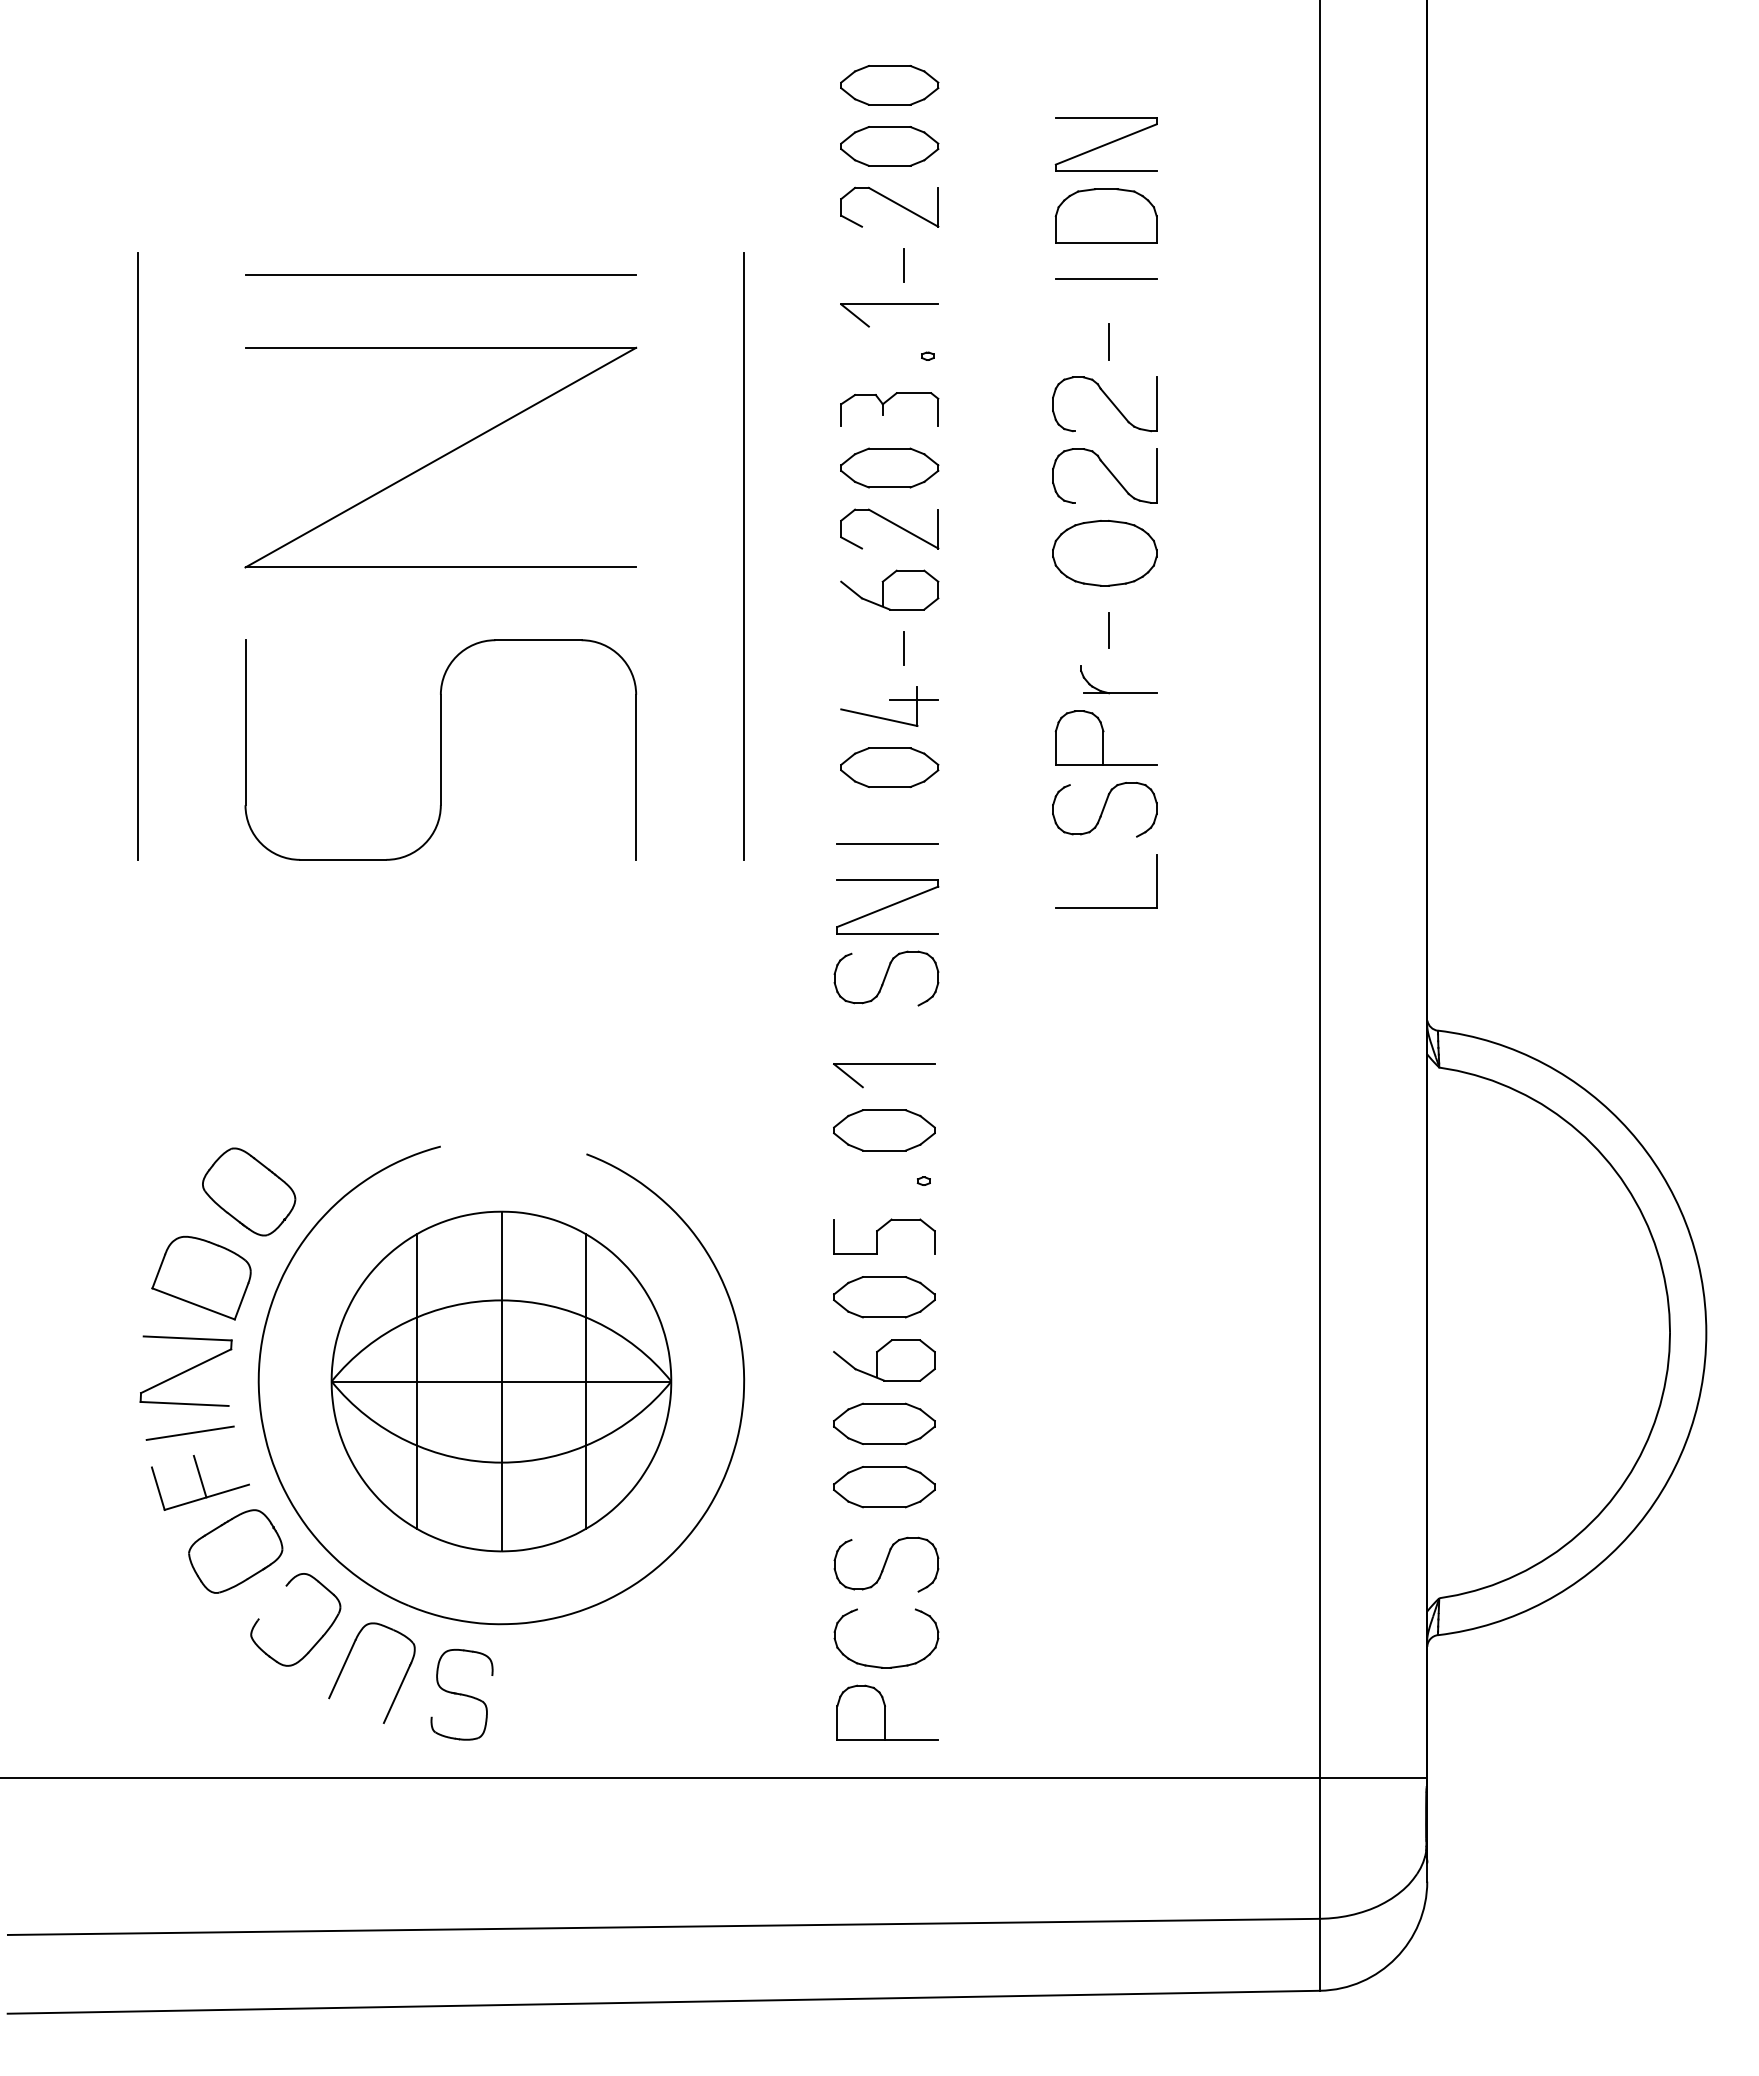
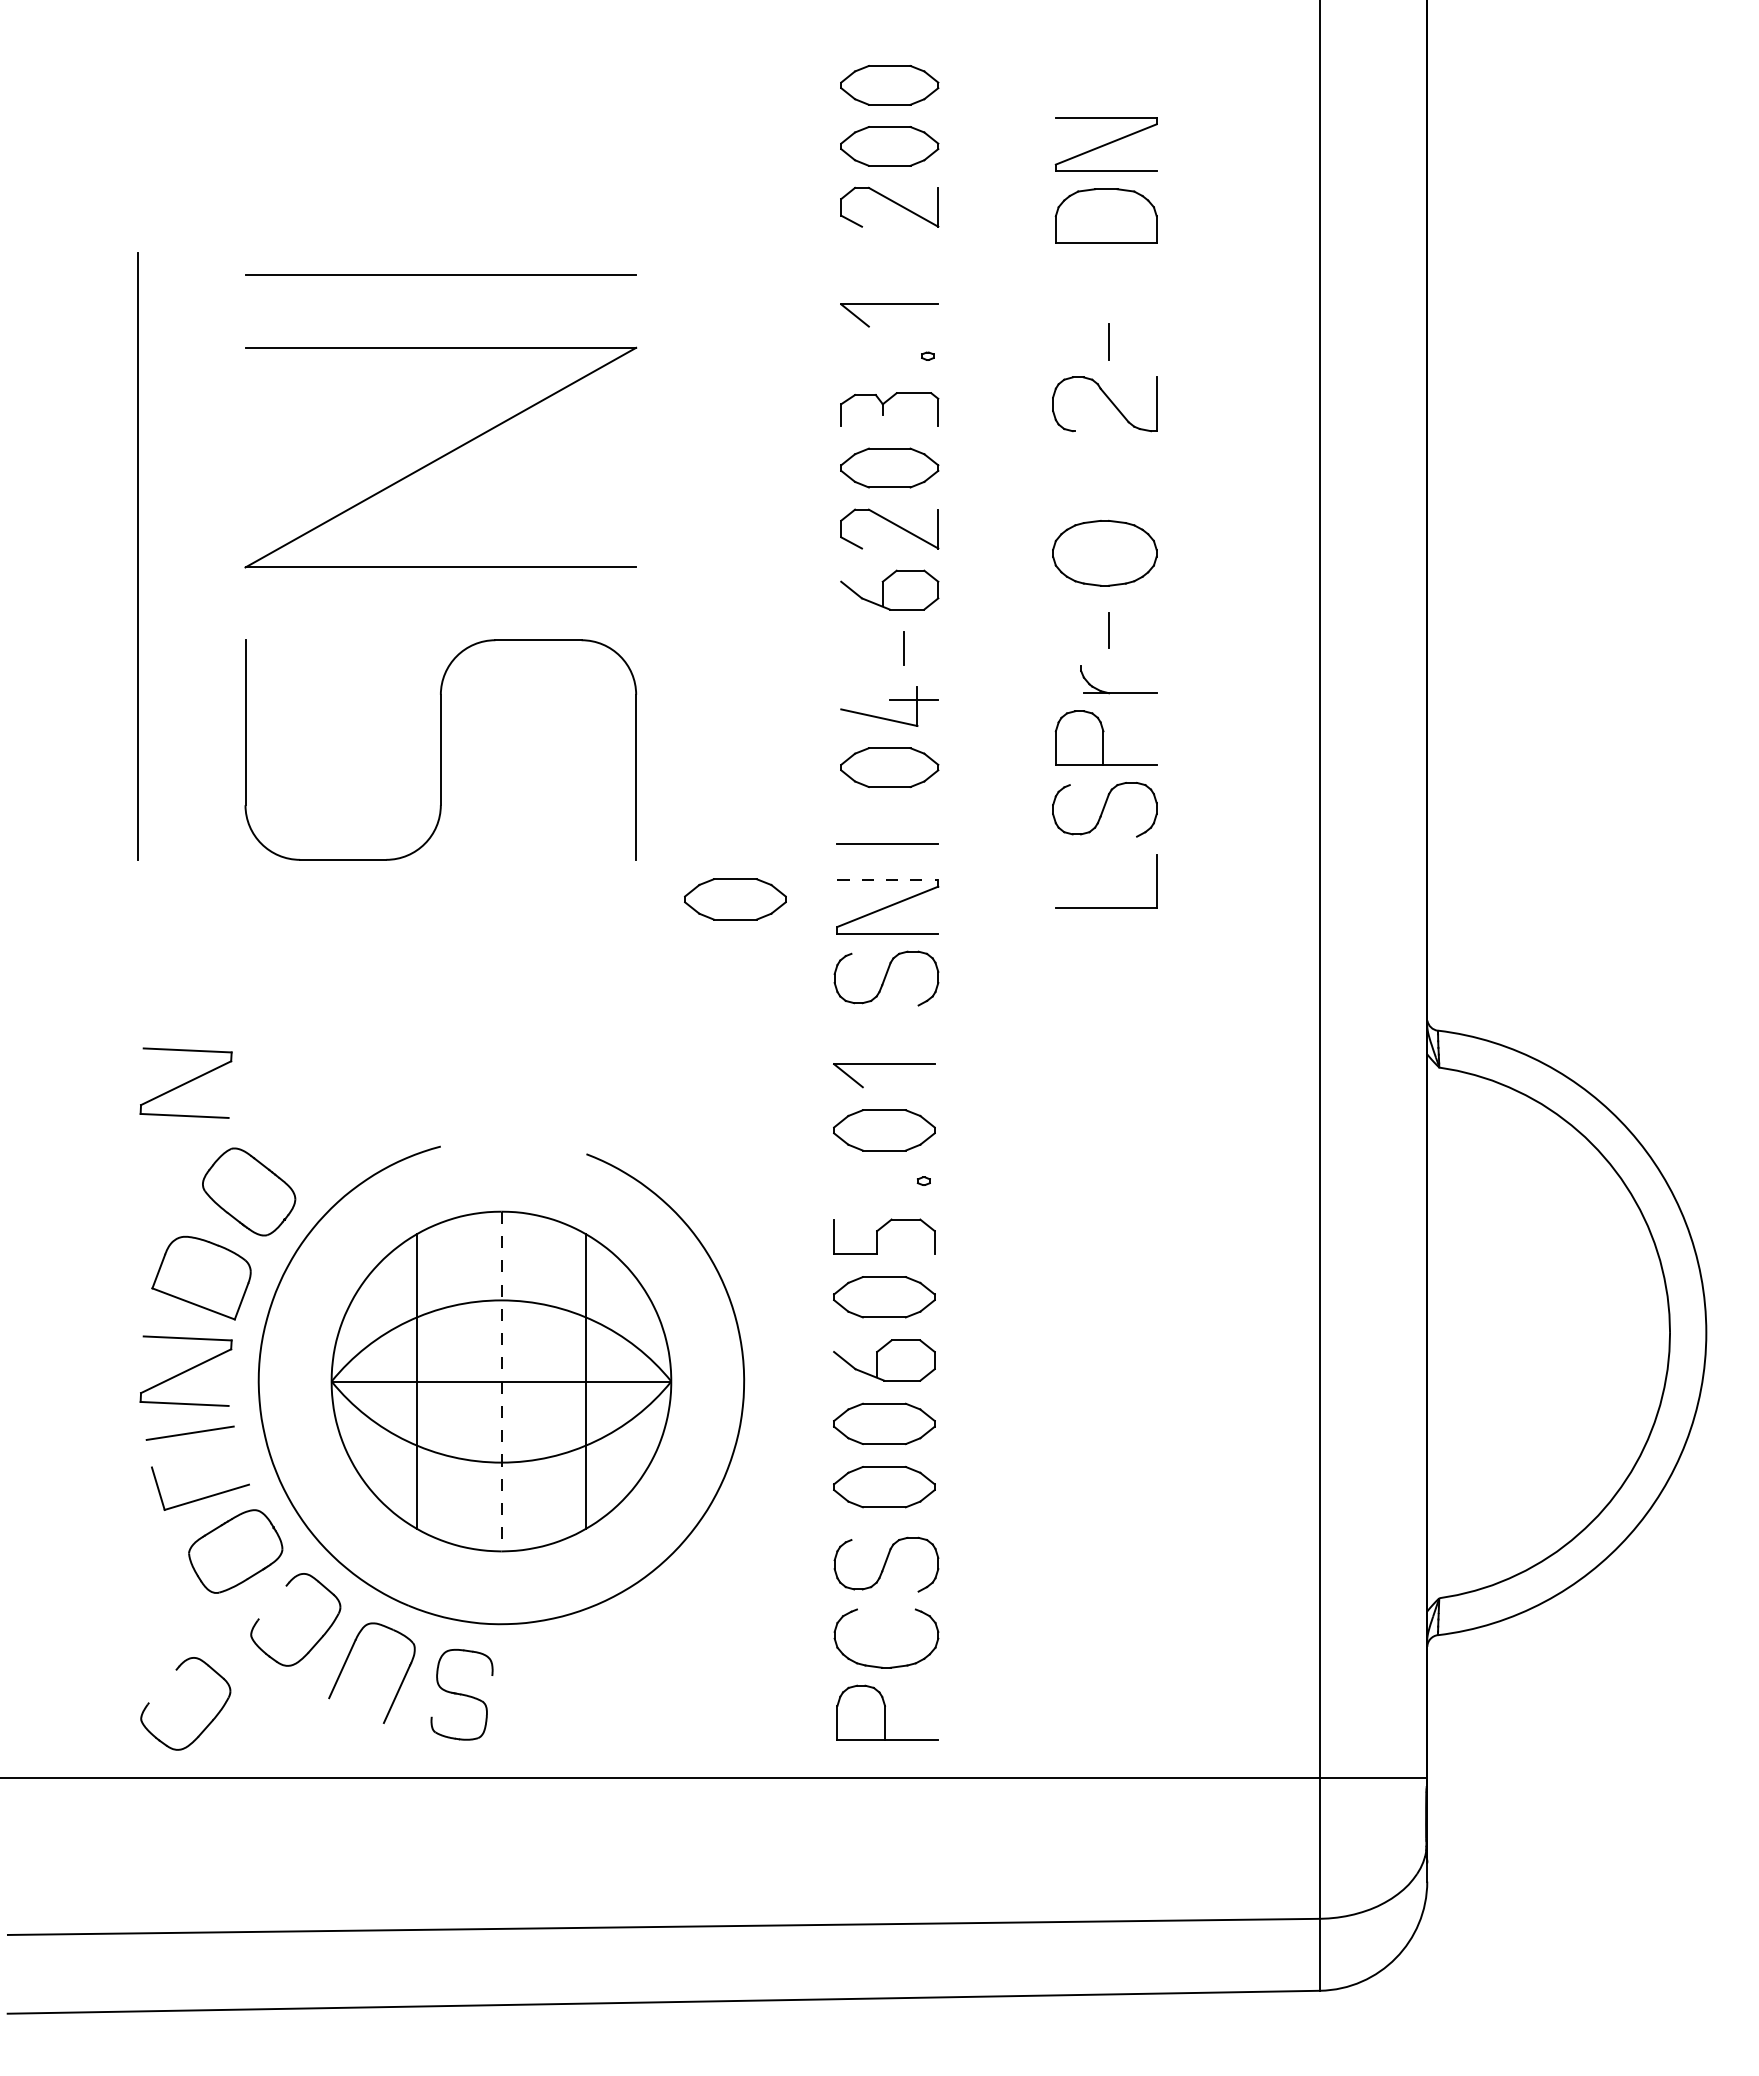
line at (903, 265): present -> none
line at (1105, 278): present -> none
part at (1104, 475): present -> none
line at (744, 556): present -> none
line at (888, 879): solid -> dashed
part at (735, 899): none -> present
part at (185, 1082): none -> present
line at (501, 1381): solid -> dashed
line at (199, 1476): present -> none
part at (207, 1724): none -> present
